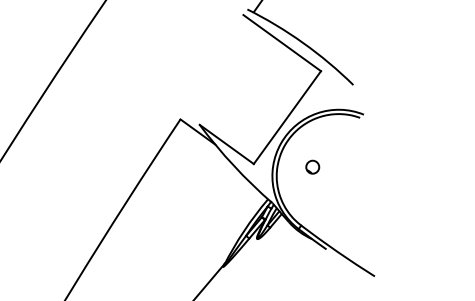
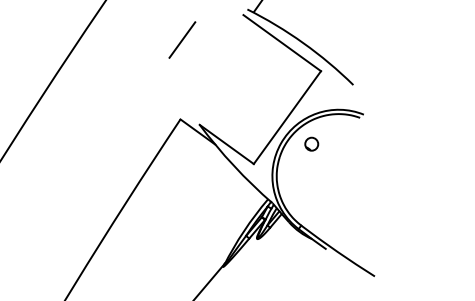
line at (182, 39): none -> present
part at (312, 166) position: (312, 166) -> (311, 143)
